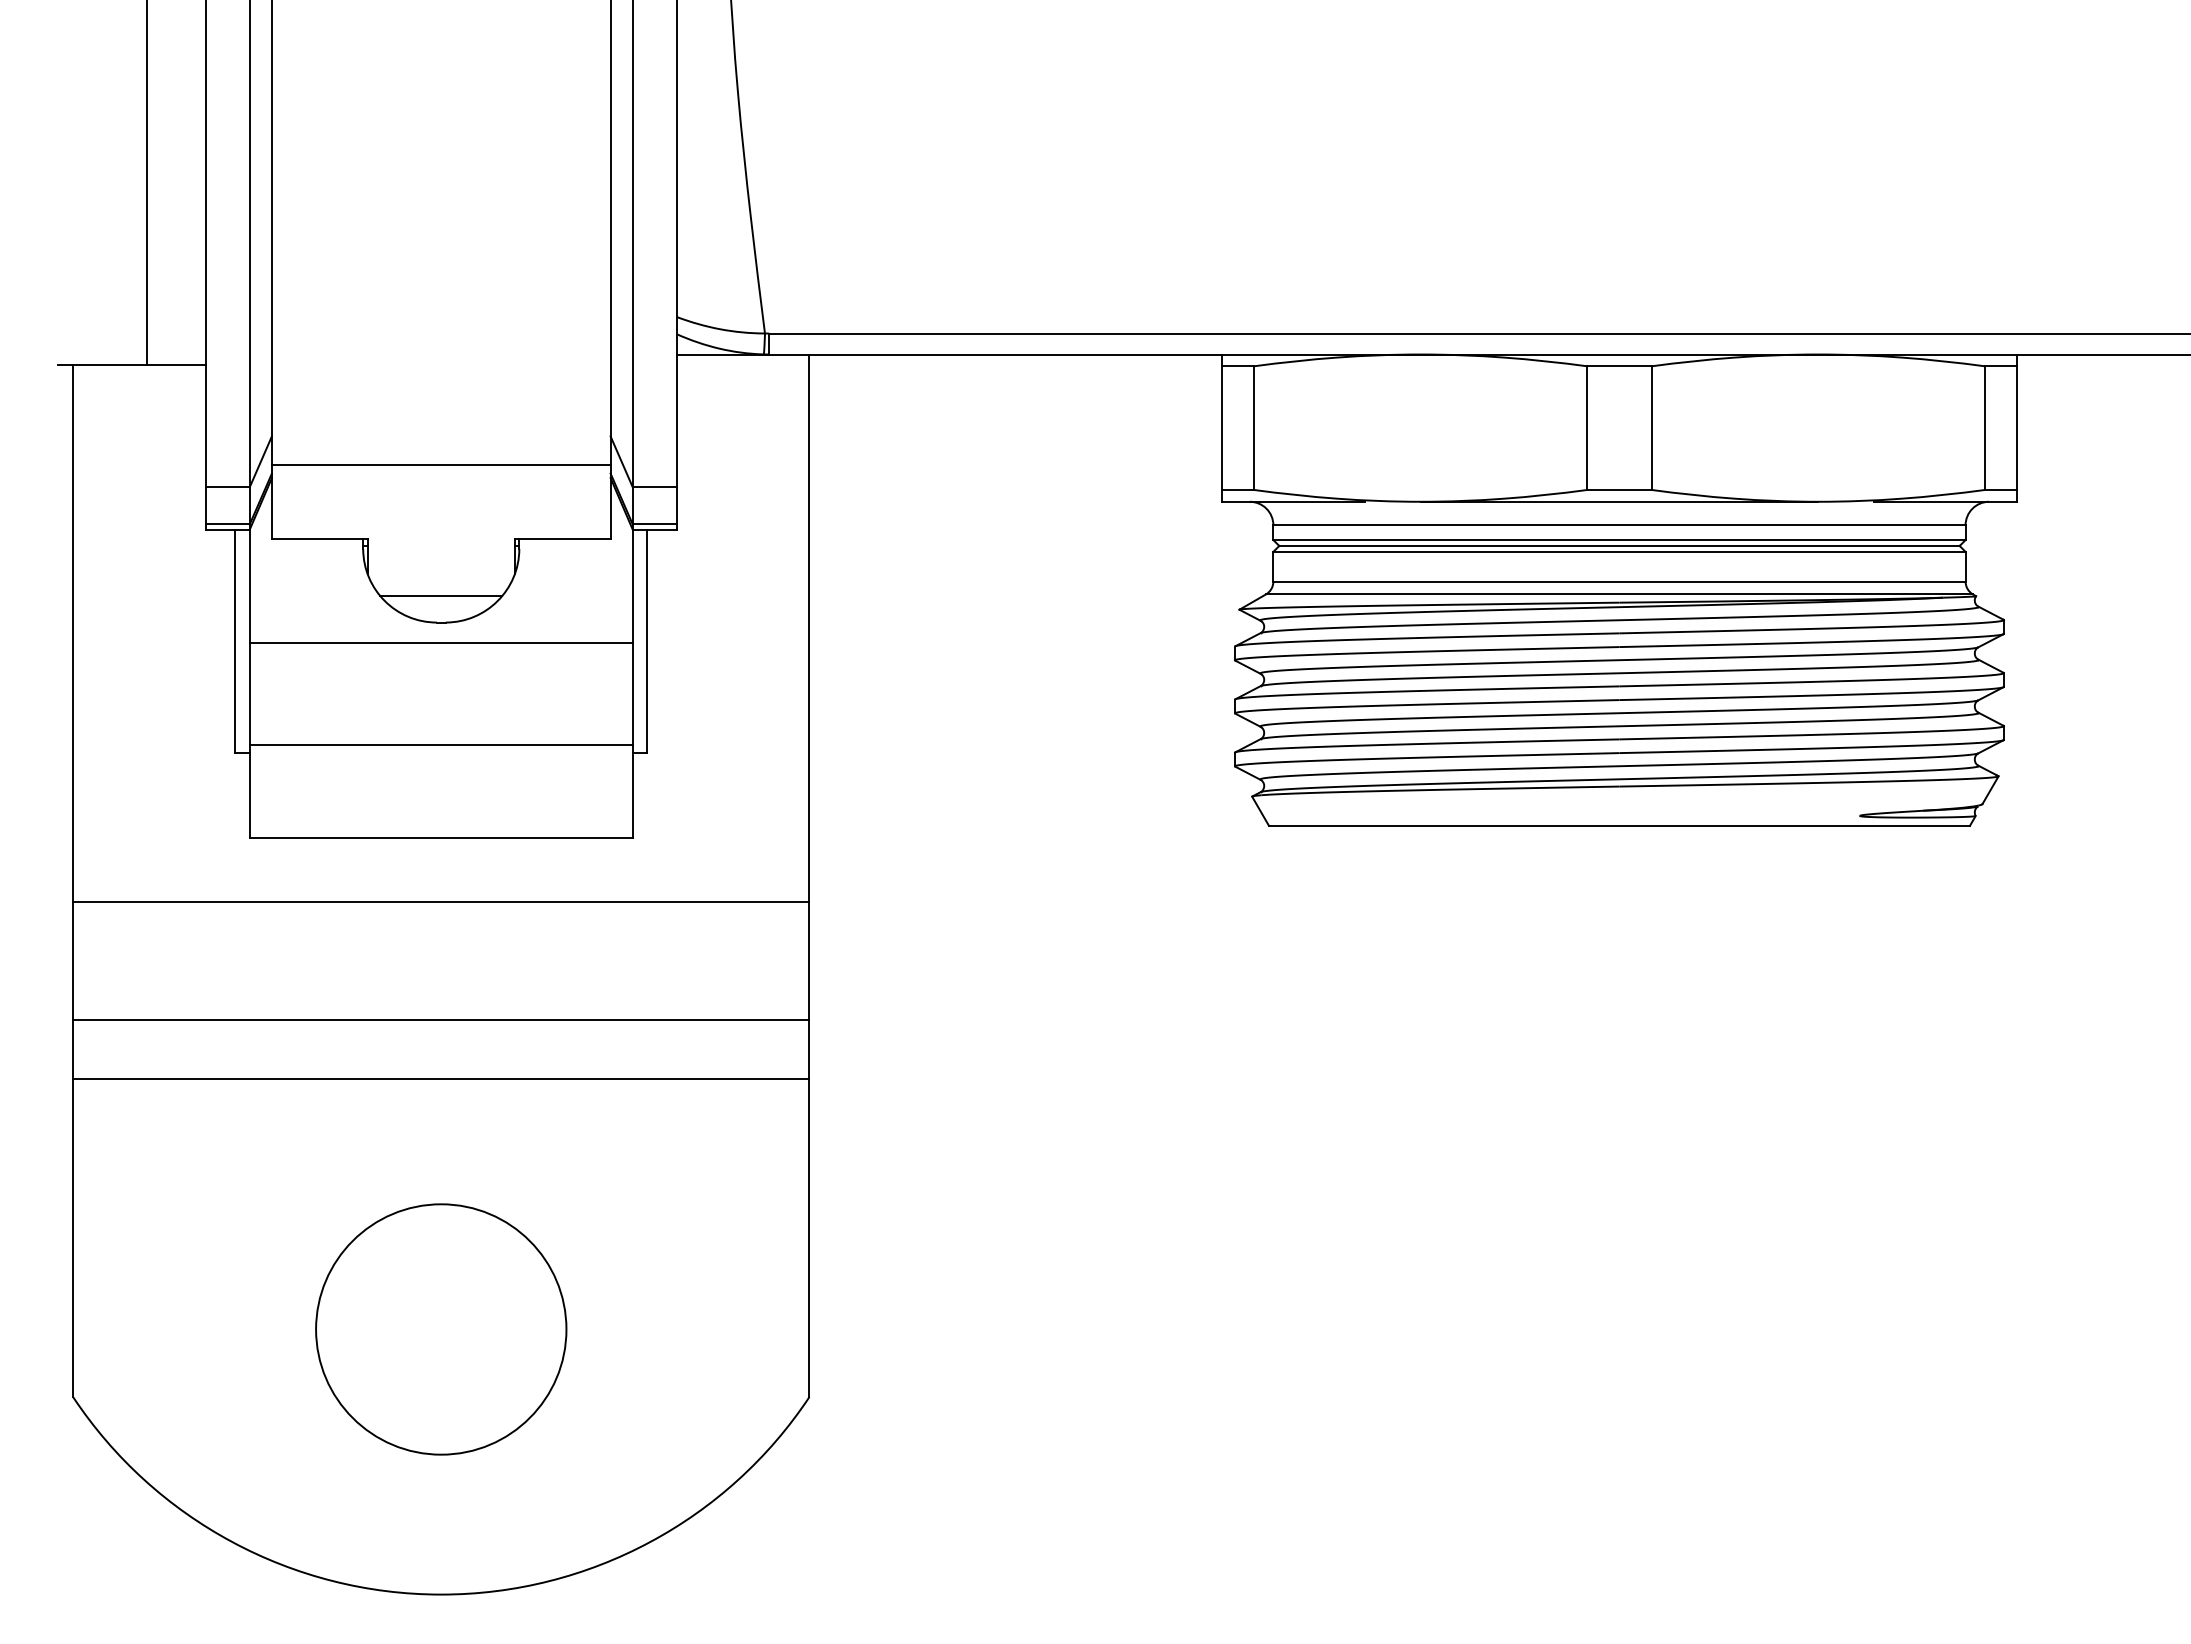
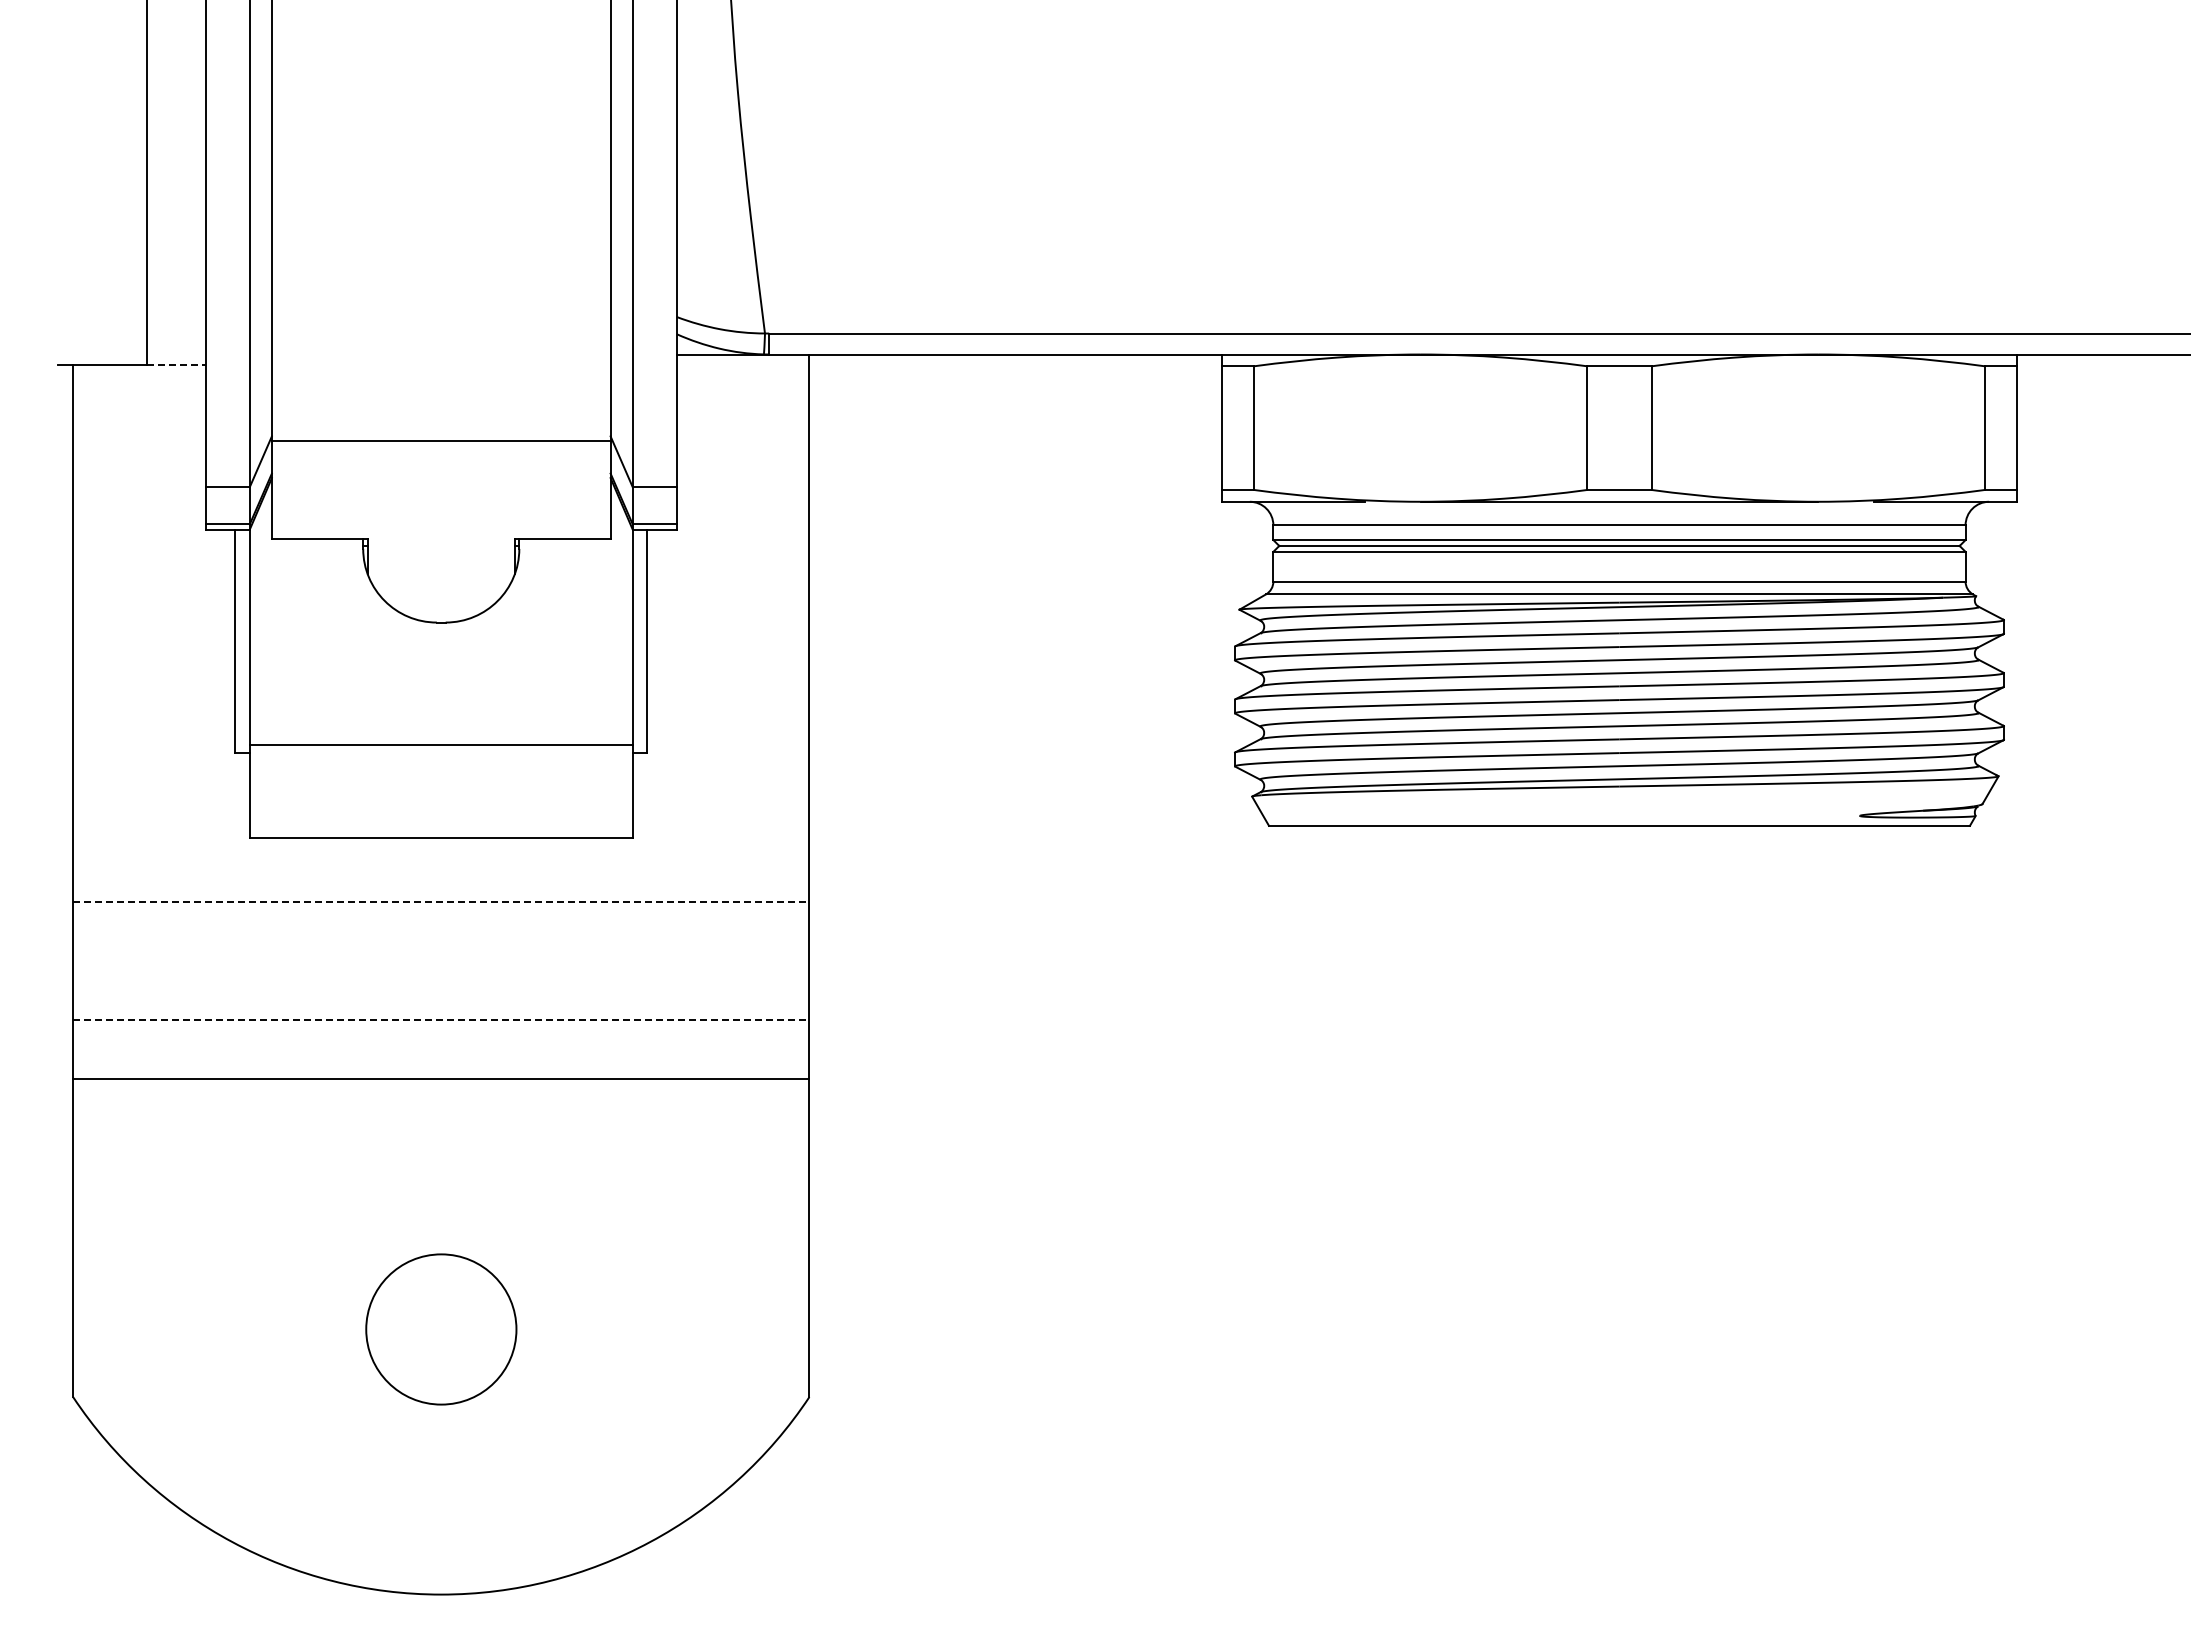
line at (176, 364): solid -> dashed
line at (440, 465) position: (440, 465) -> (440, 441)
line at (441, 595): present -> none
line at (440, 642): present -> none
line at (441, 902): solid -> dashed
line at (441, 1020): solid -> dashed
circle at (441, 1329) size: 253x253 px -> 153x153 px
